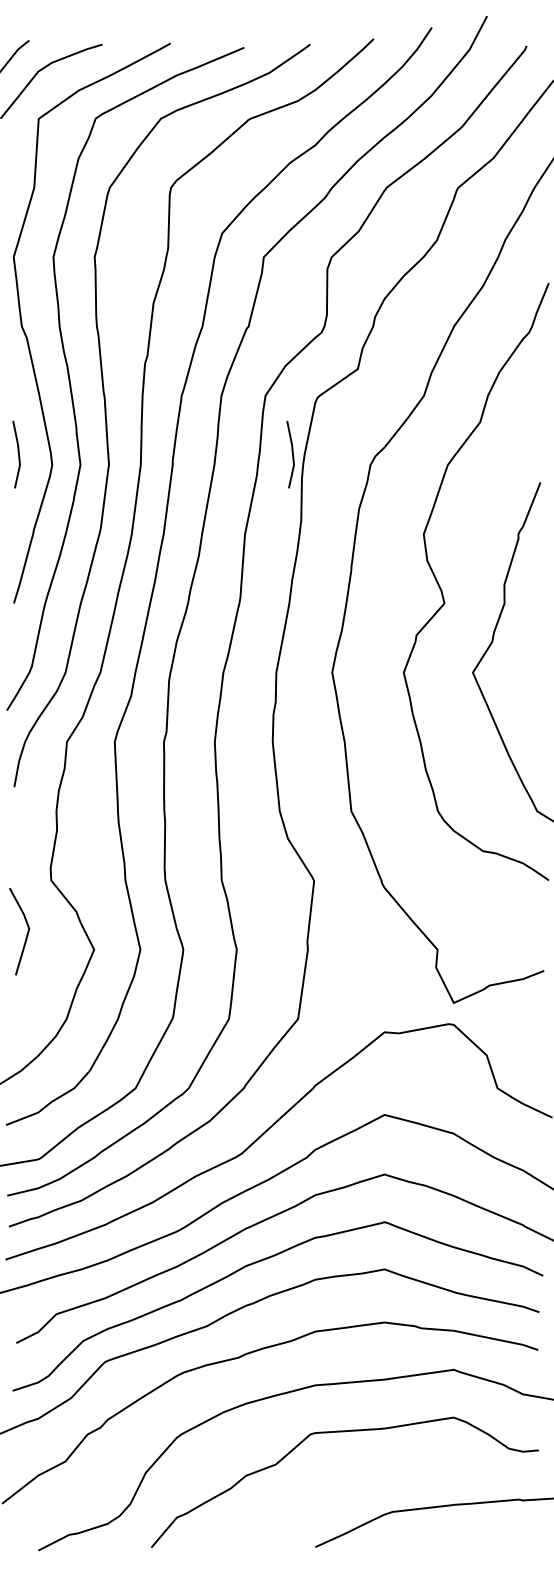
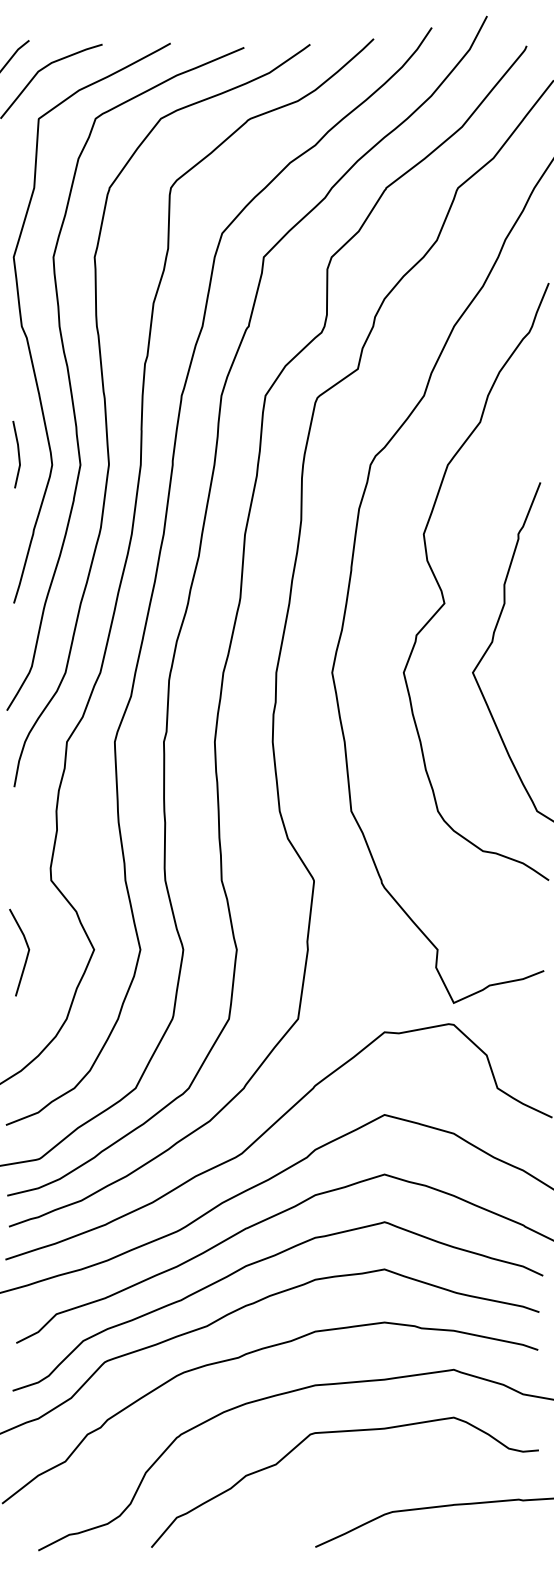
line at (292, 454): present -> none
line at (26, 934) position: (26, 934) -> (26, 955)
